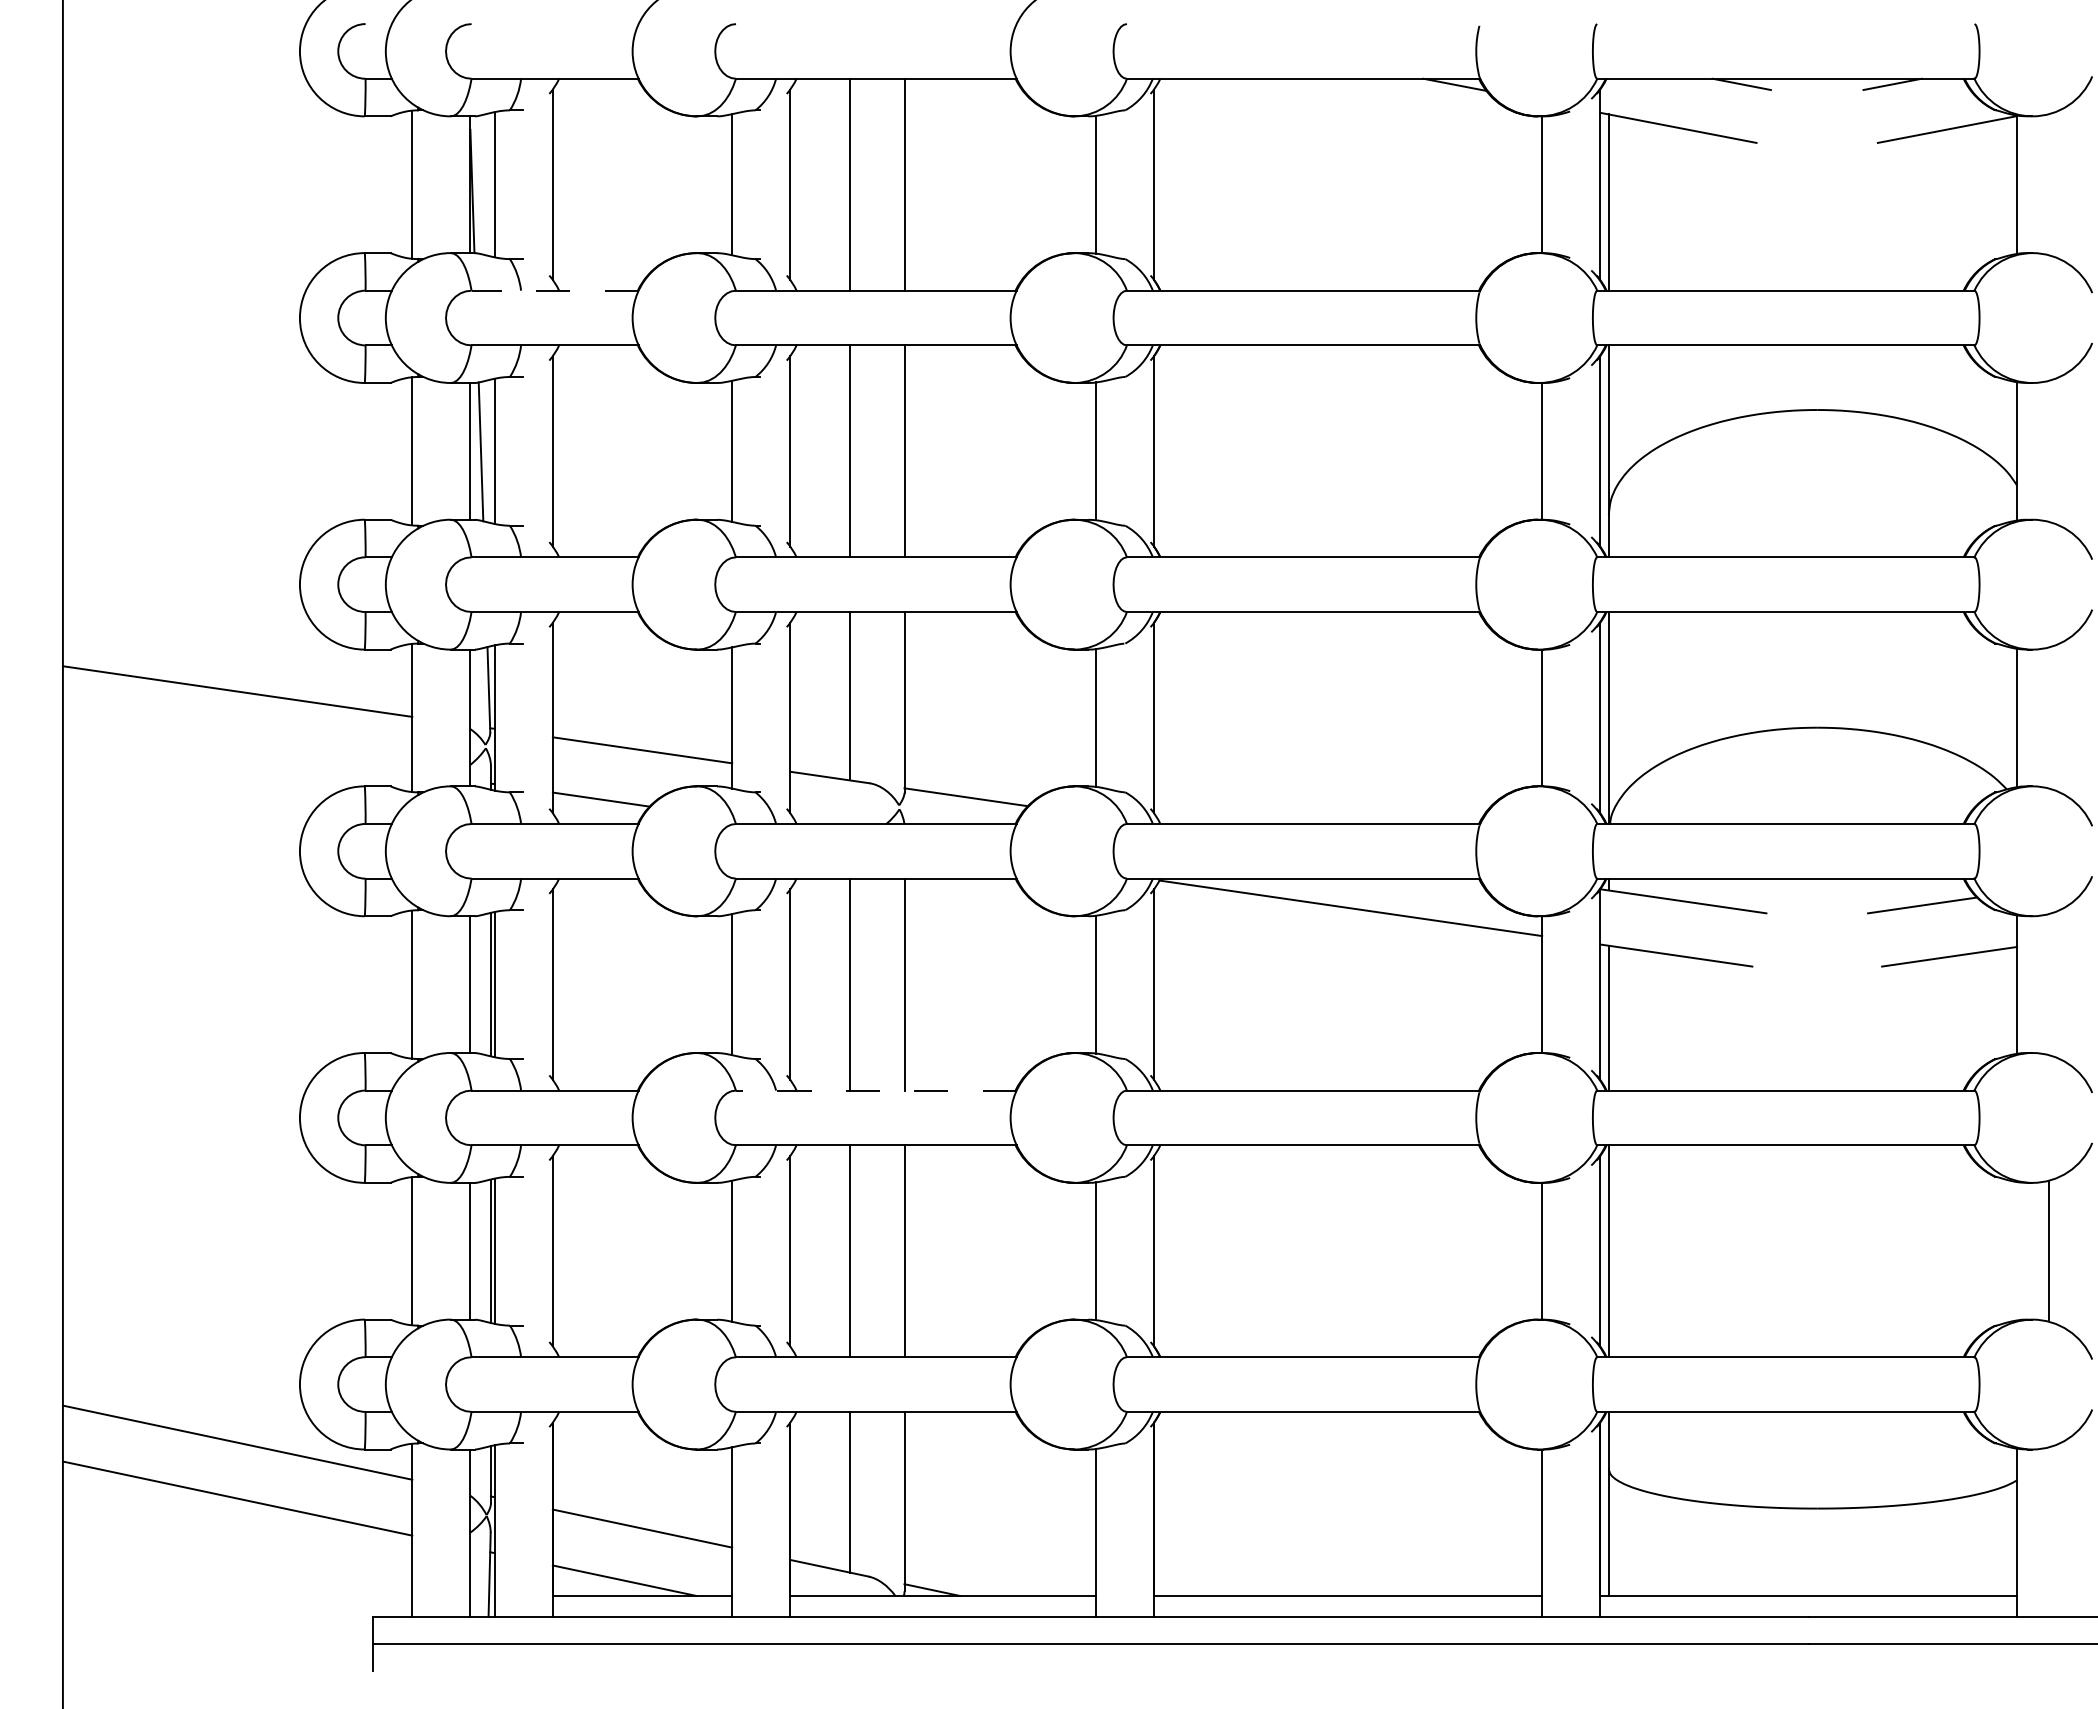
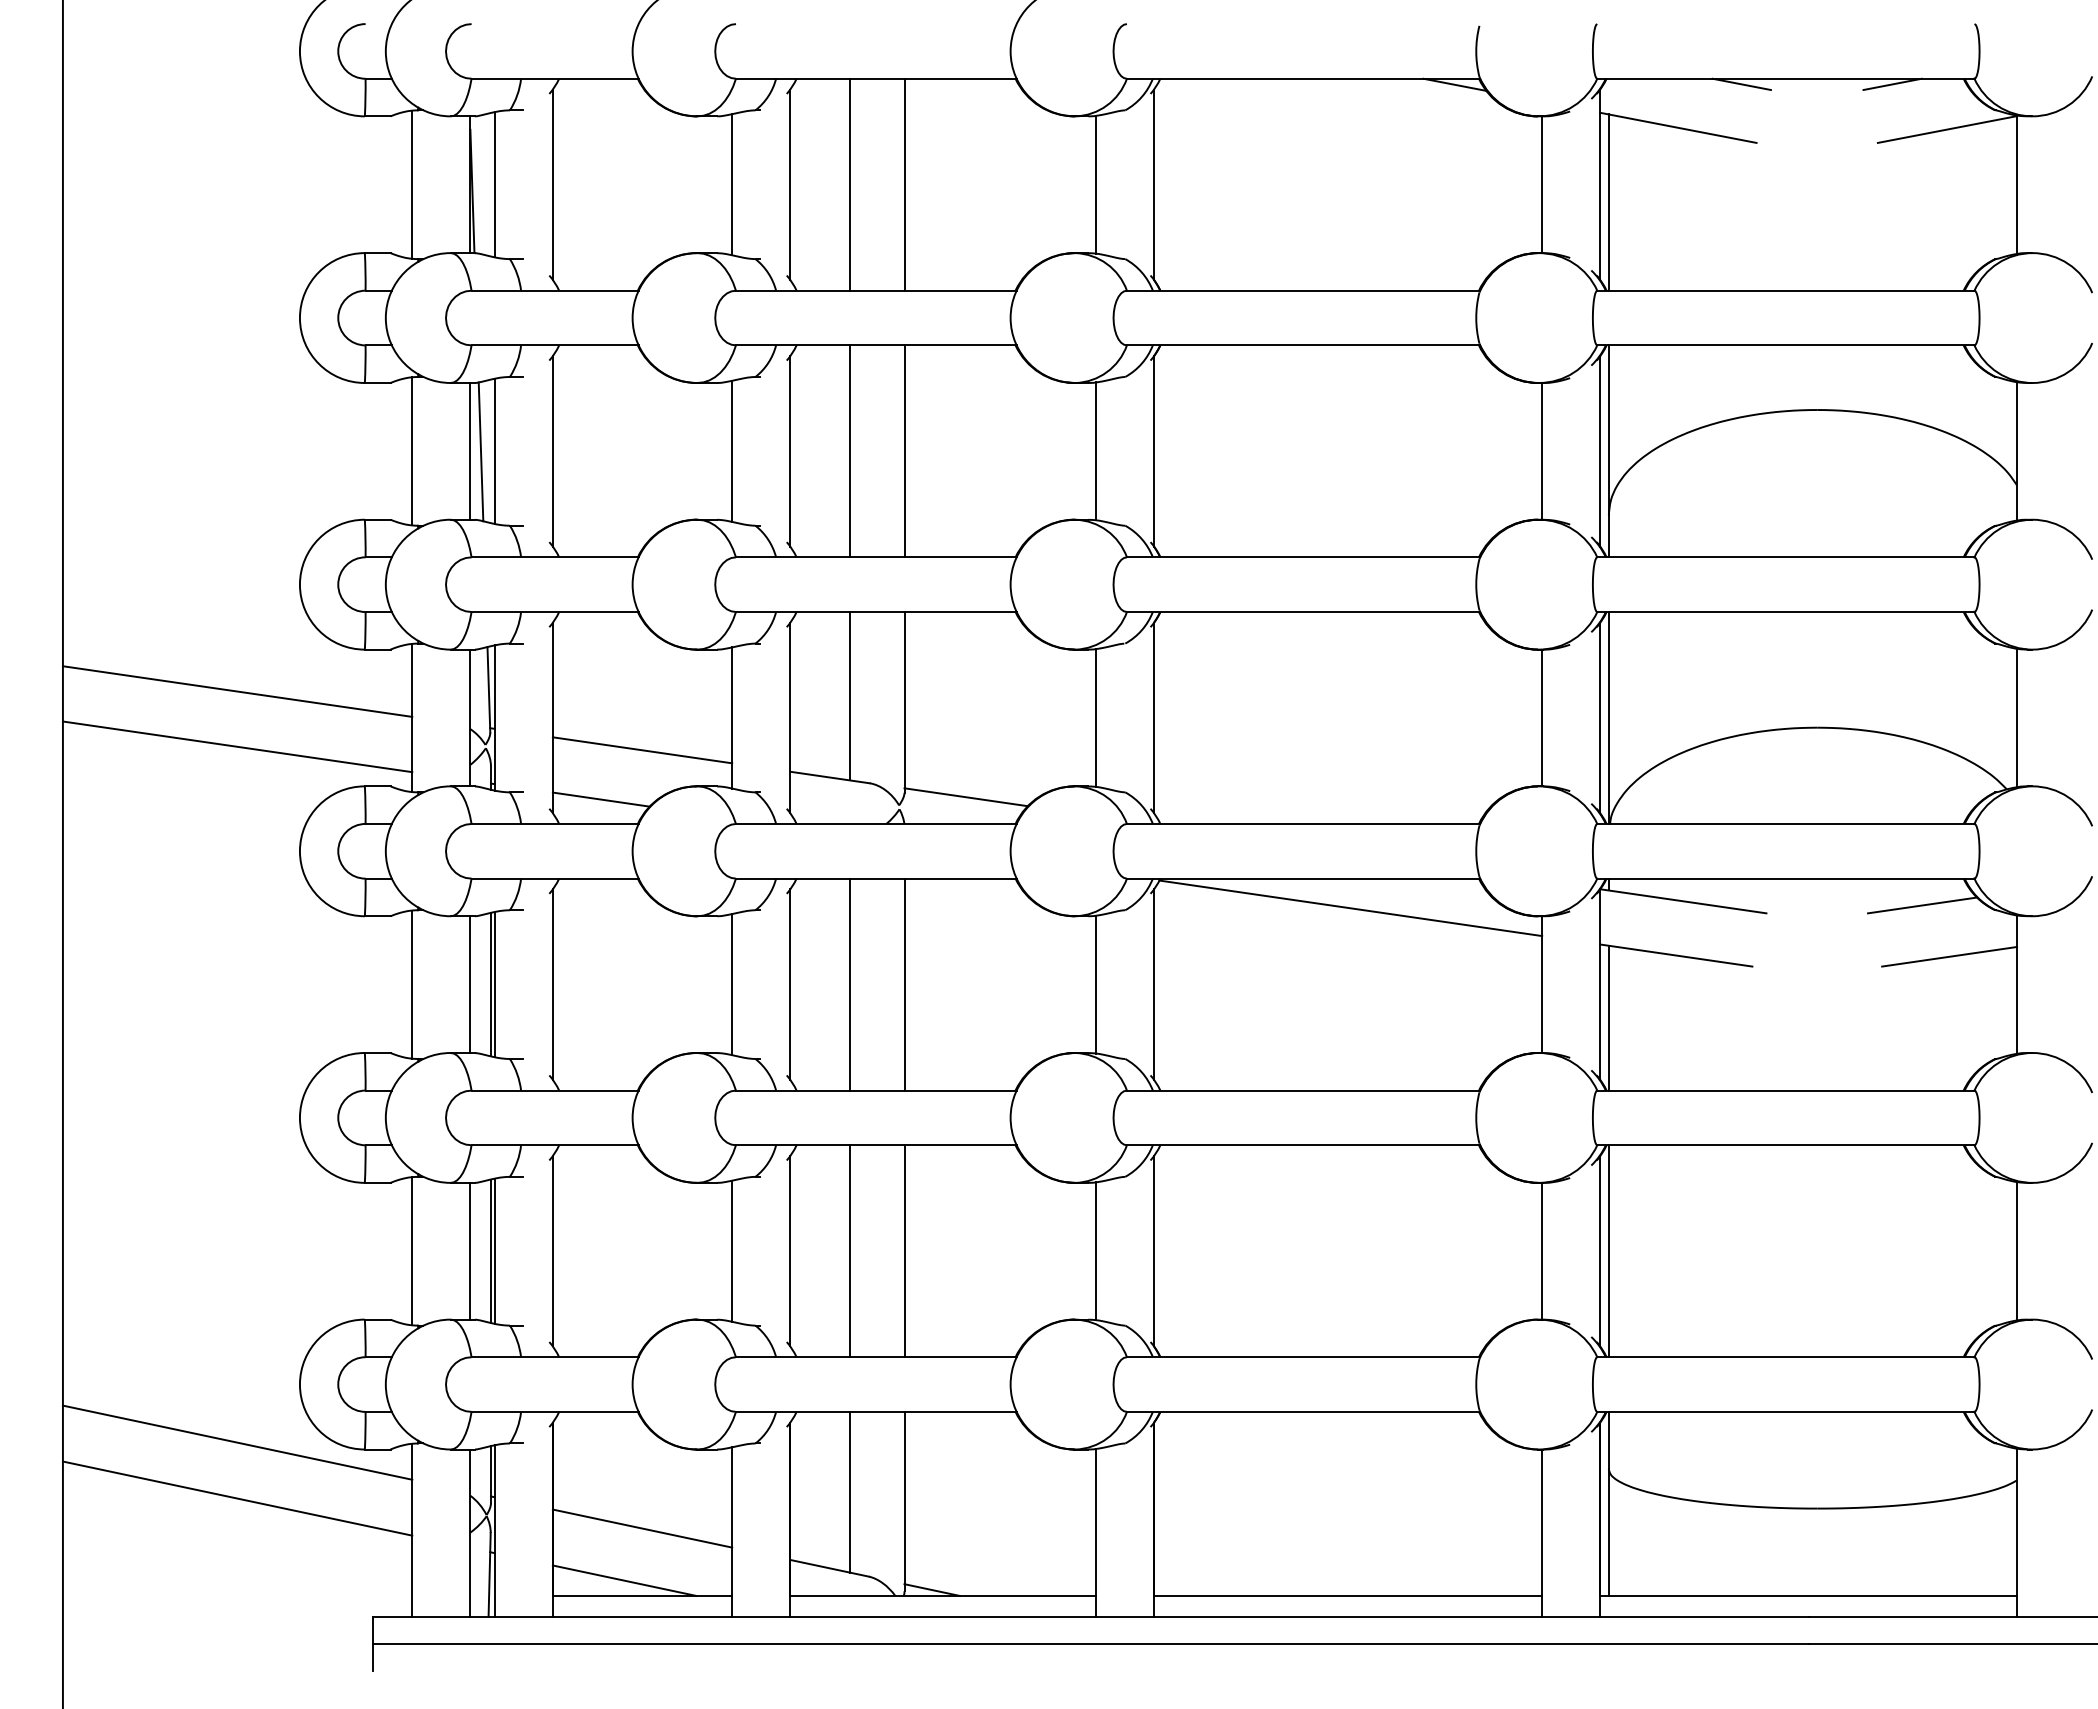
line at (555, 290): dashed -> solid
line at (237, 746): none -> present
line at (875, 1090): dashed -> solid
line at (2049, 1250) position: (2049, 1250) -> (2017, 1250)
